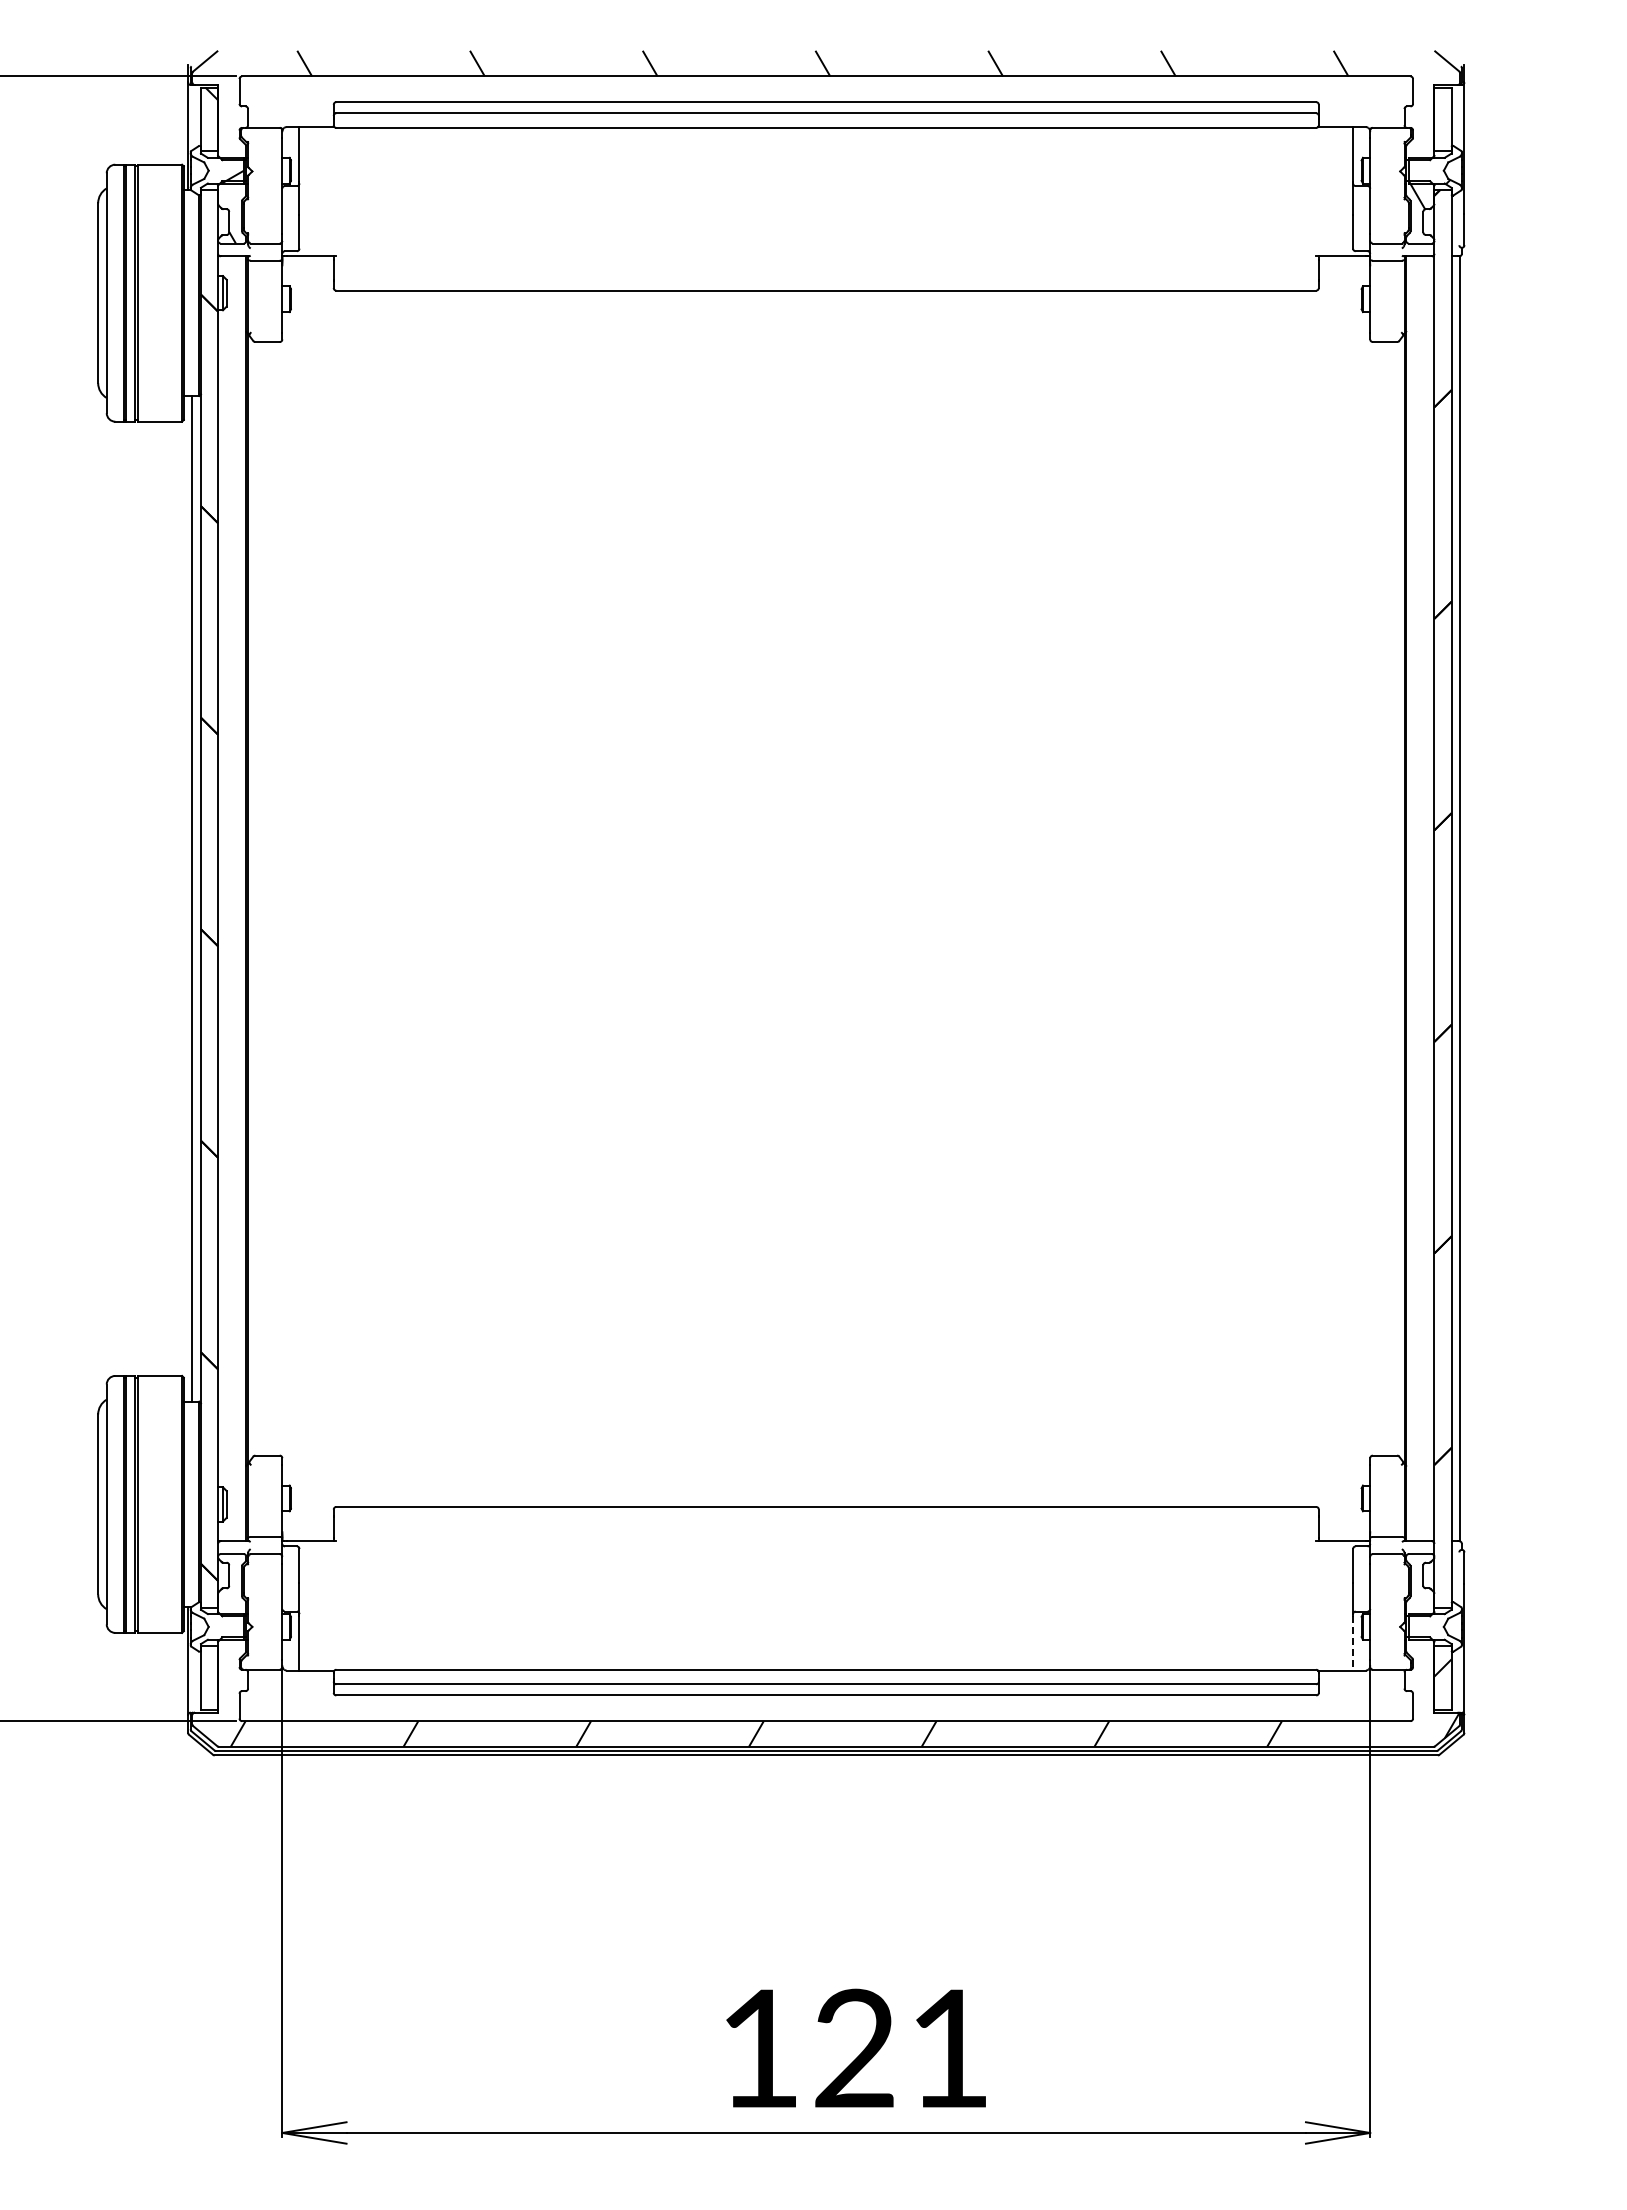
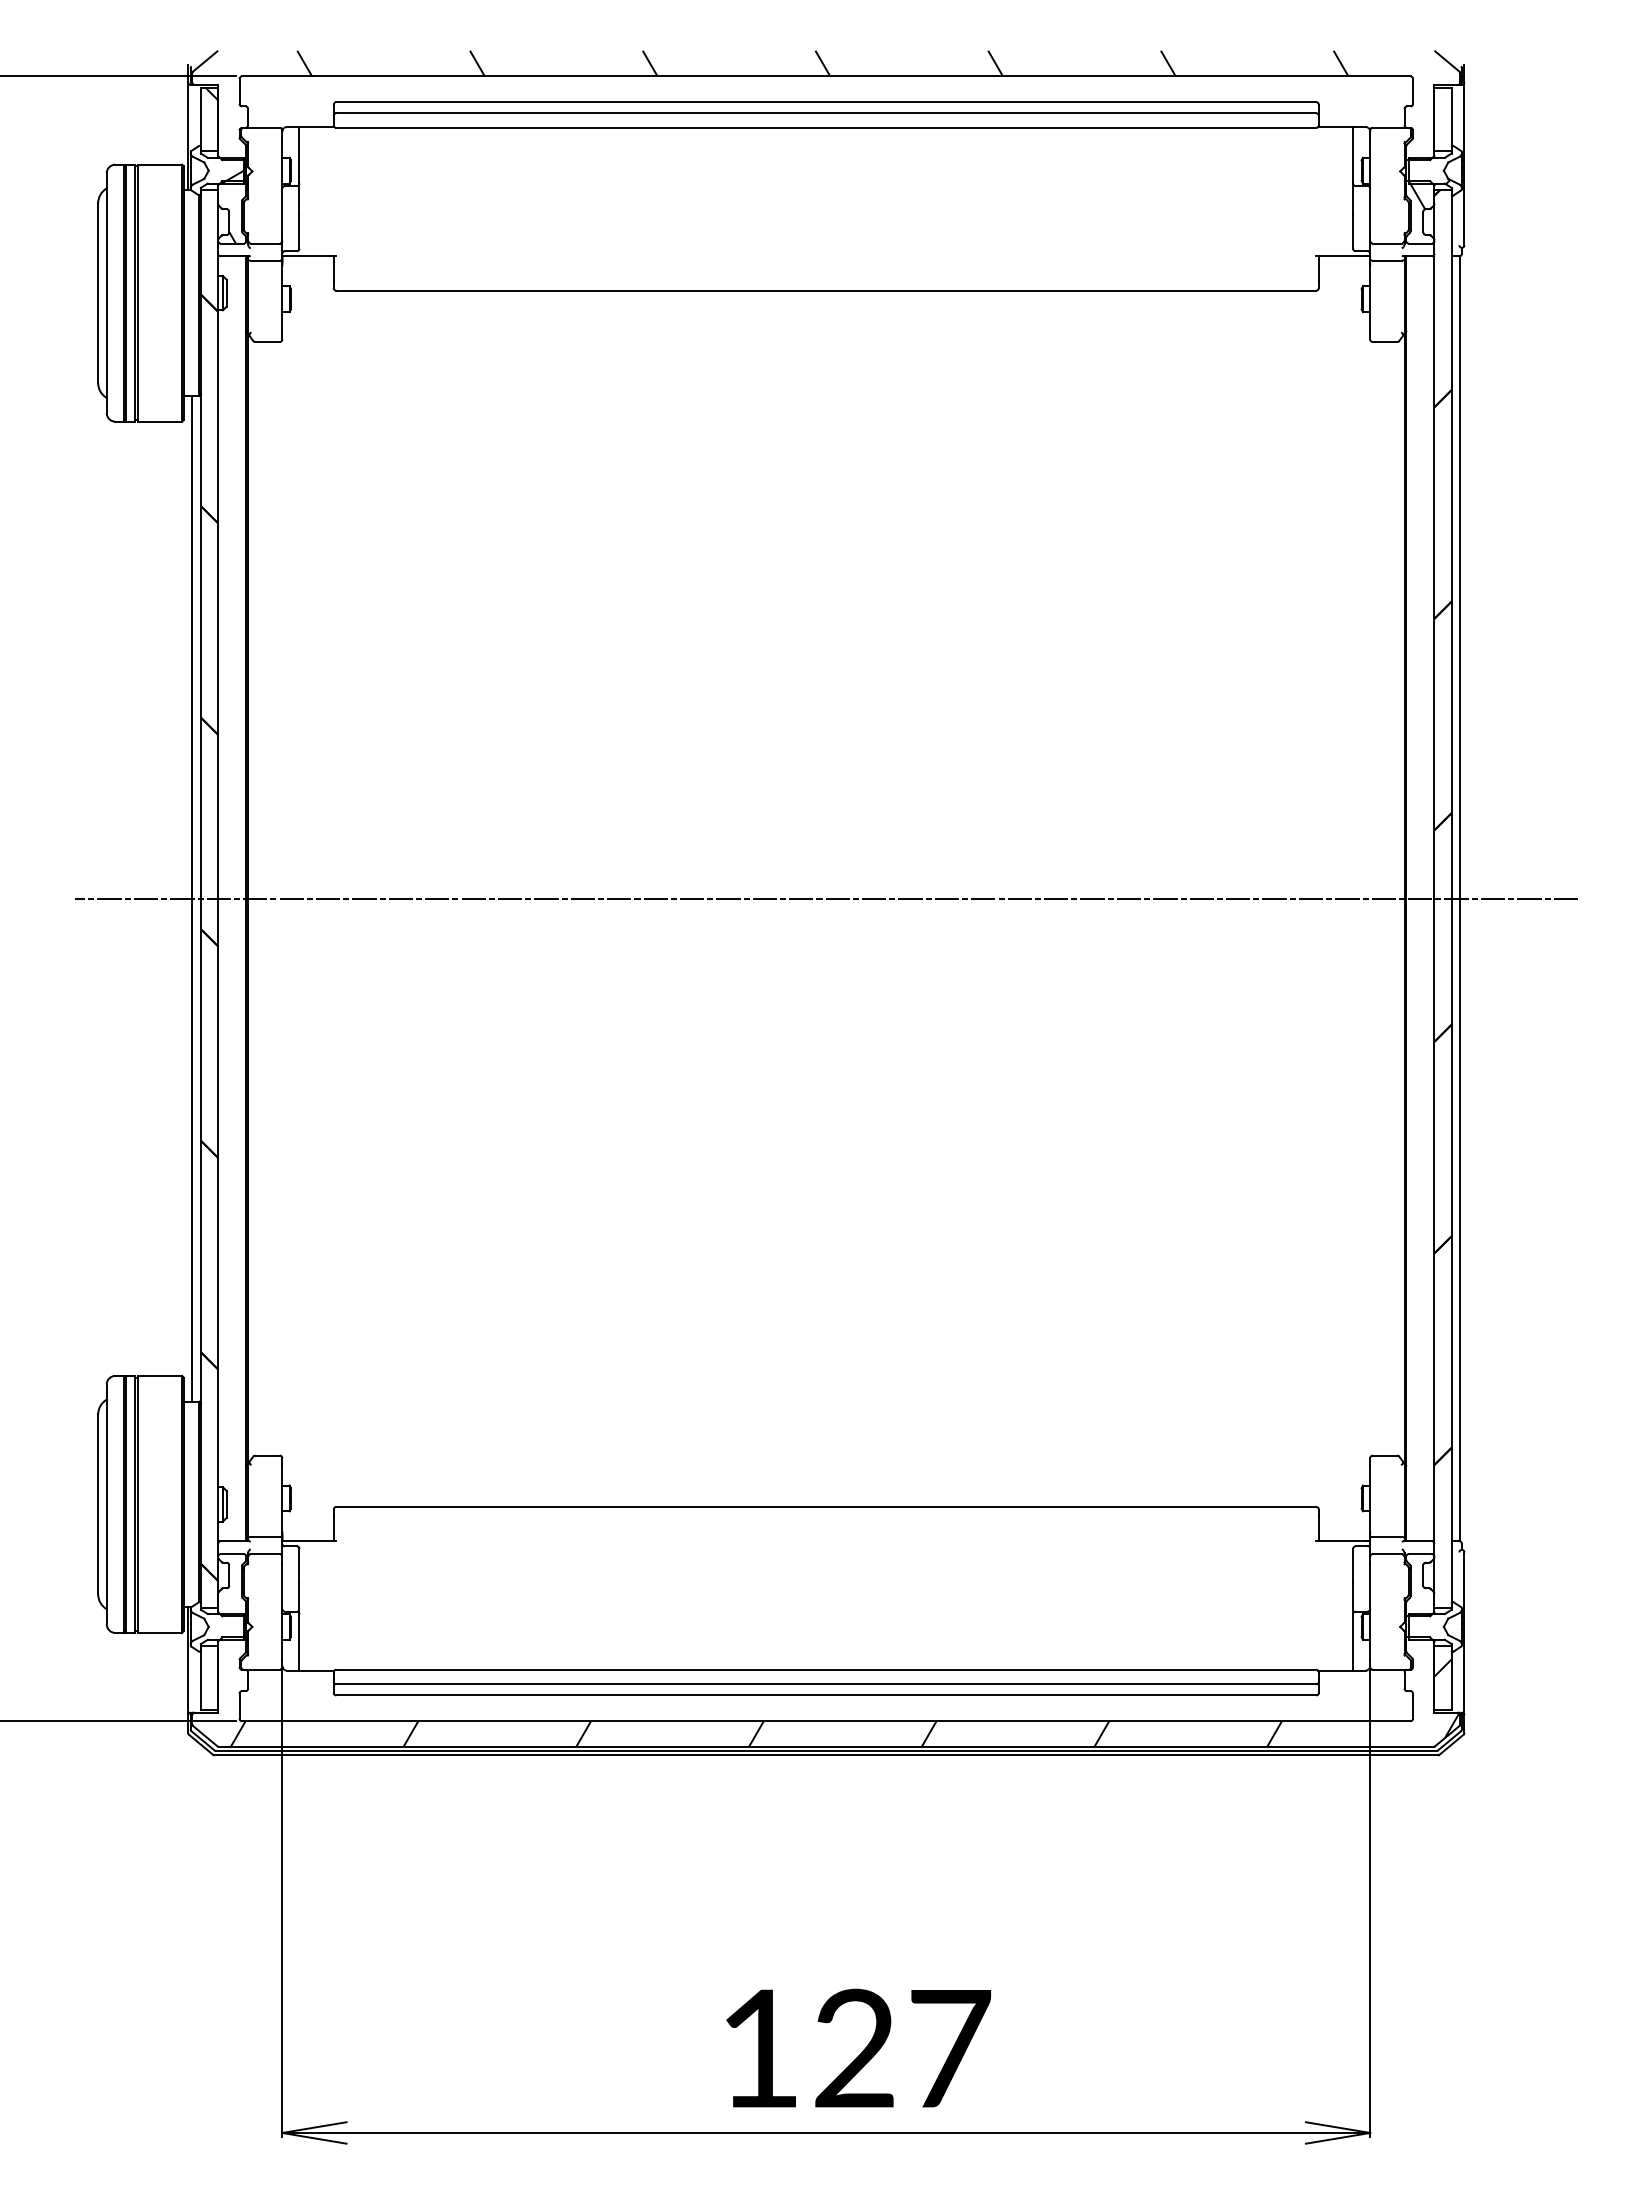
line at (825, 898): none -> present
line at (1353, 1643): dashed -> solid
text at (951, 2048): 121 -> 127
